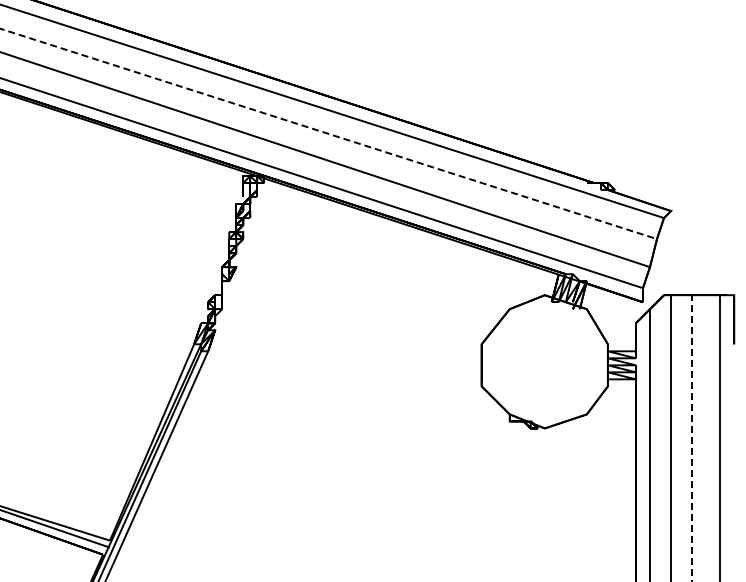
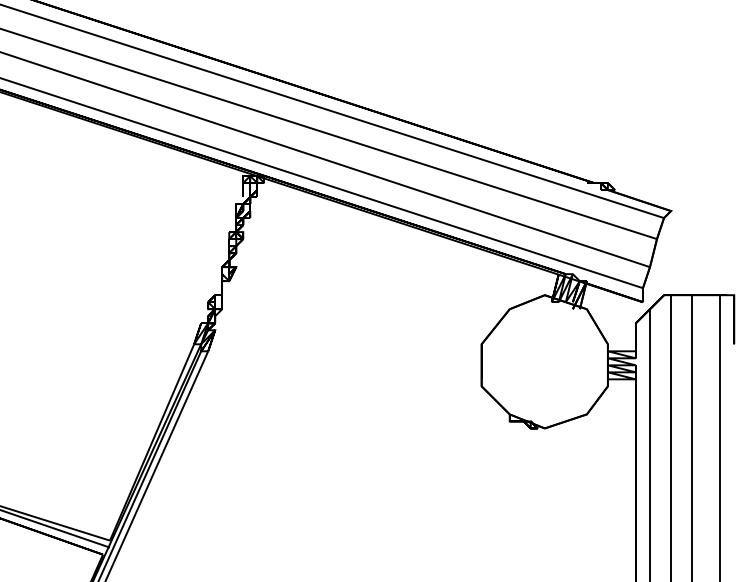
line at (328, 133): dashed -> solid
line at (692, 423): dashed -> solid
